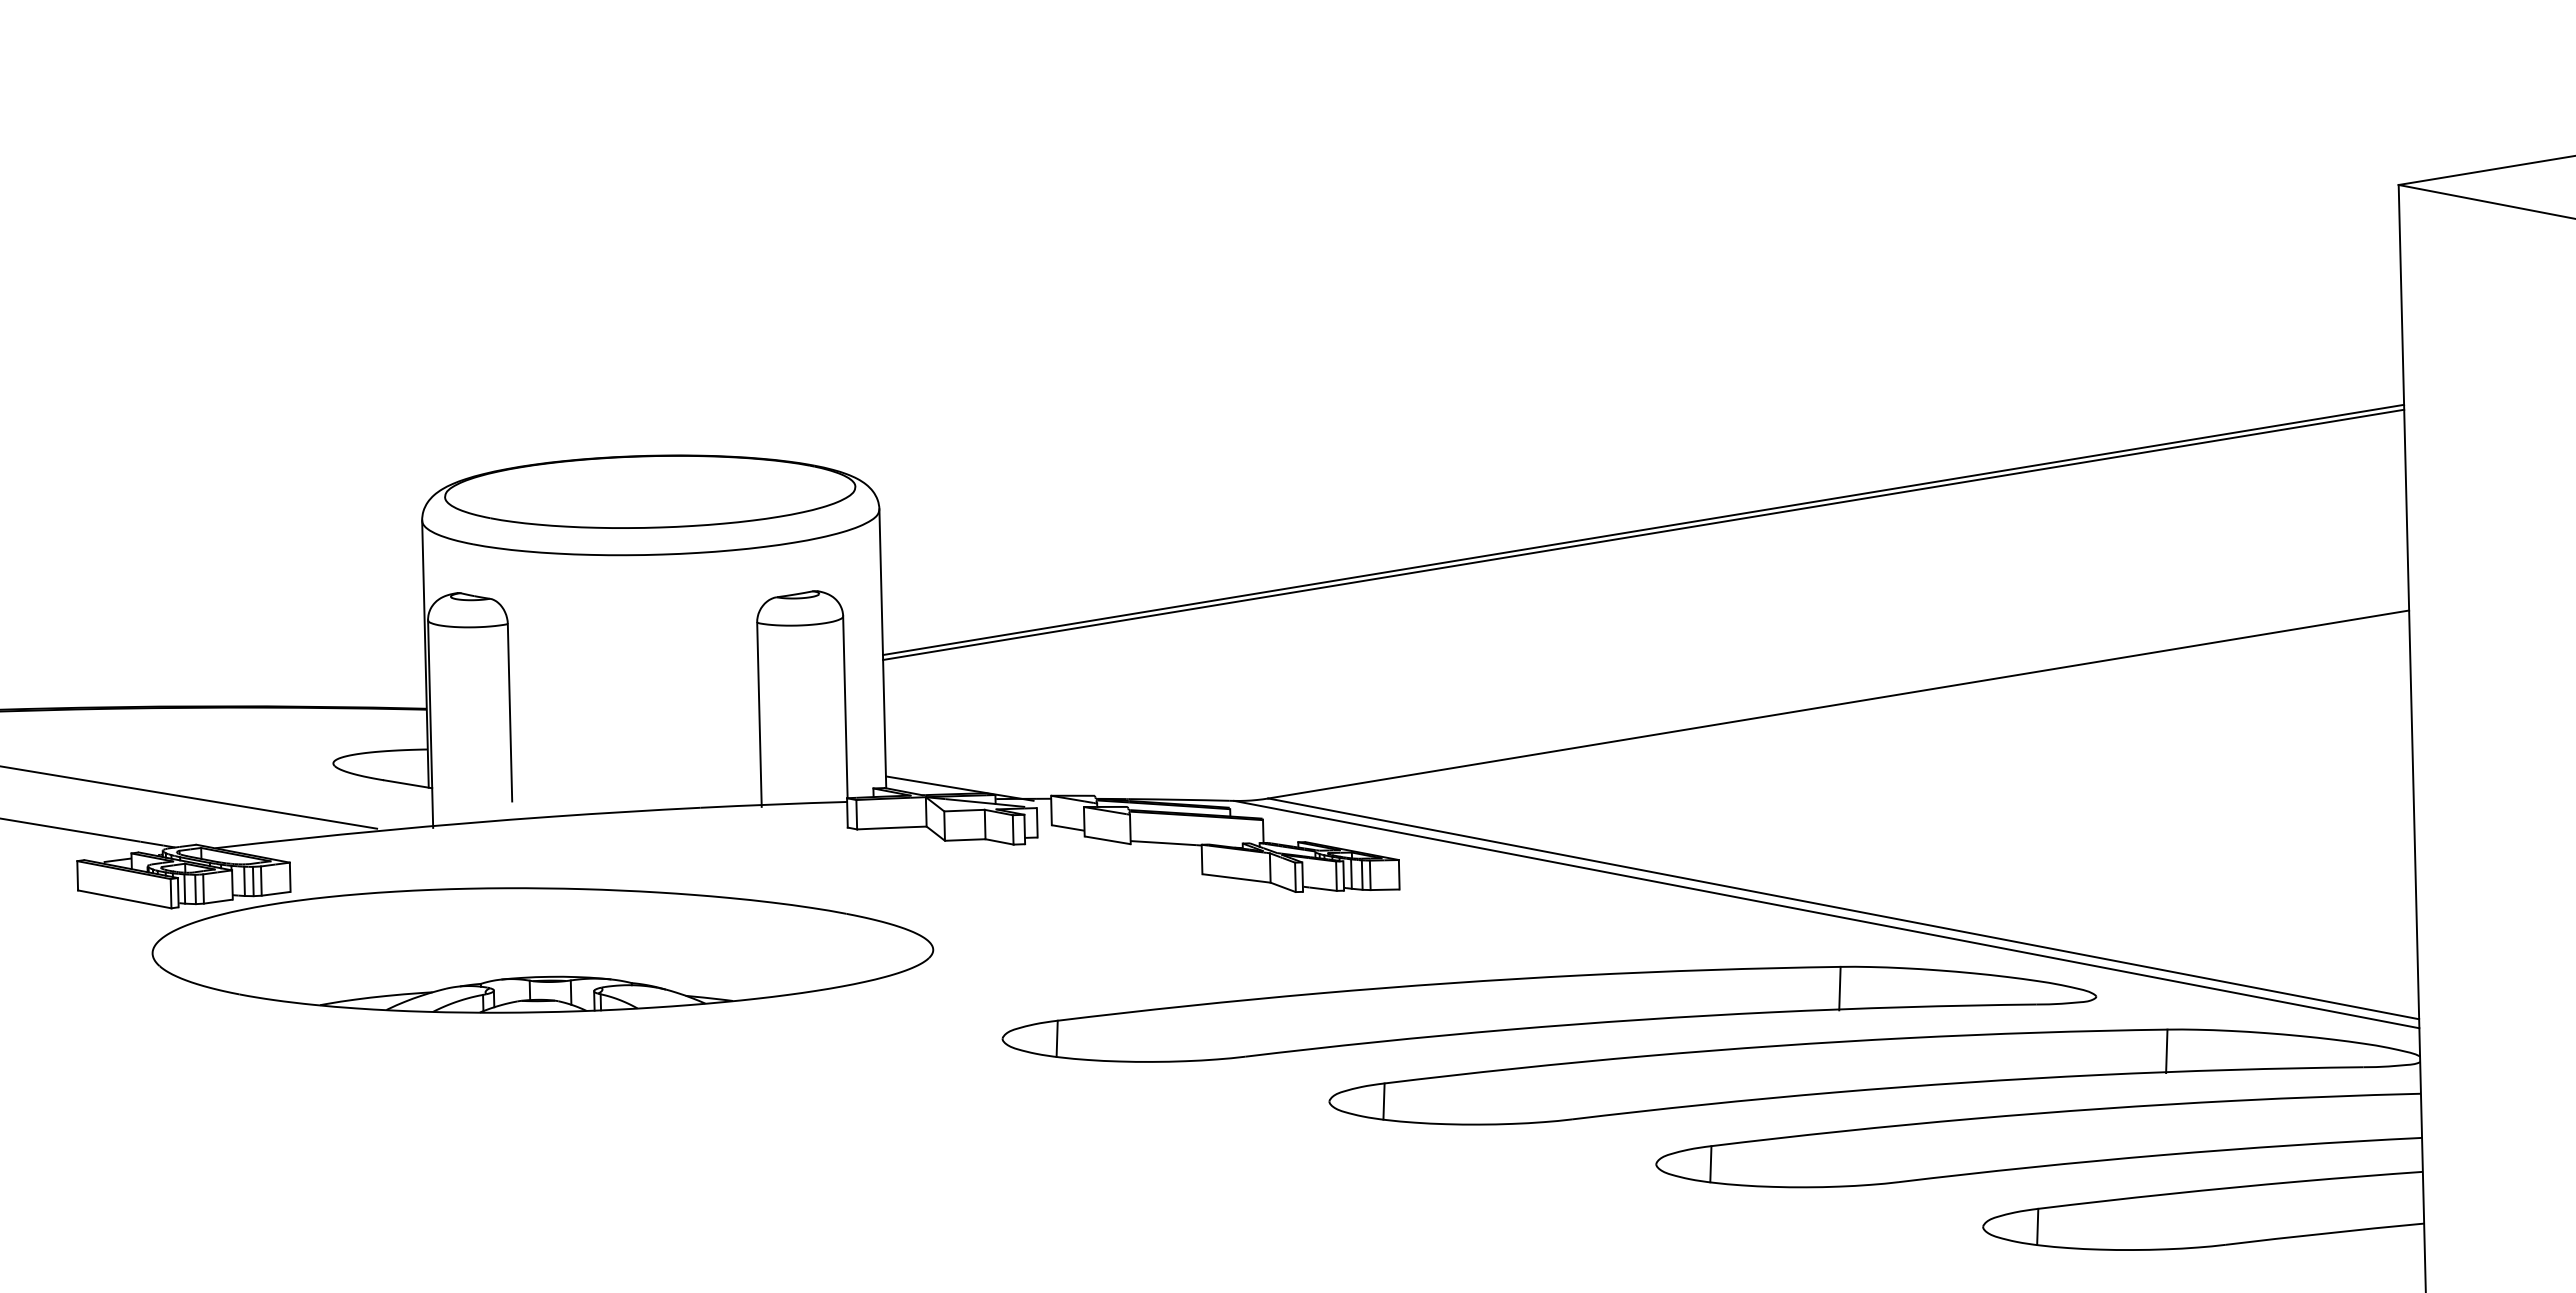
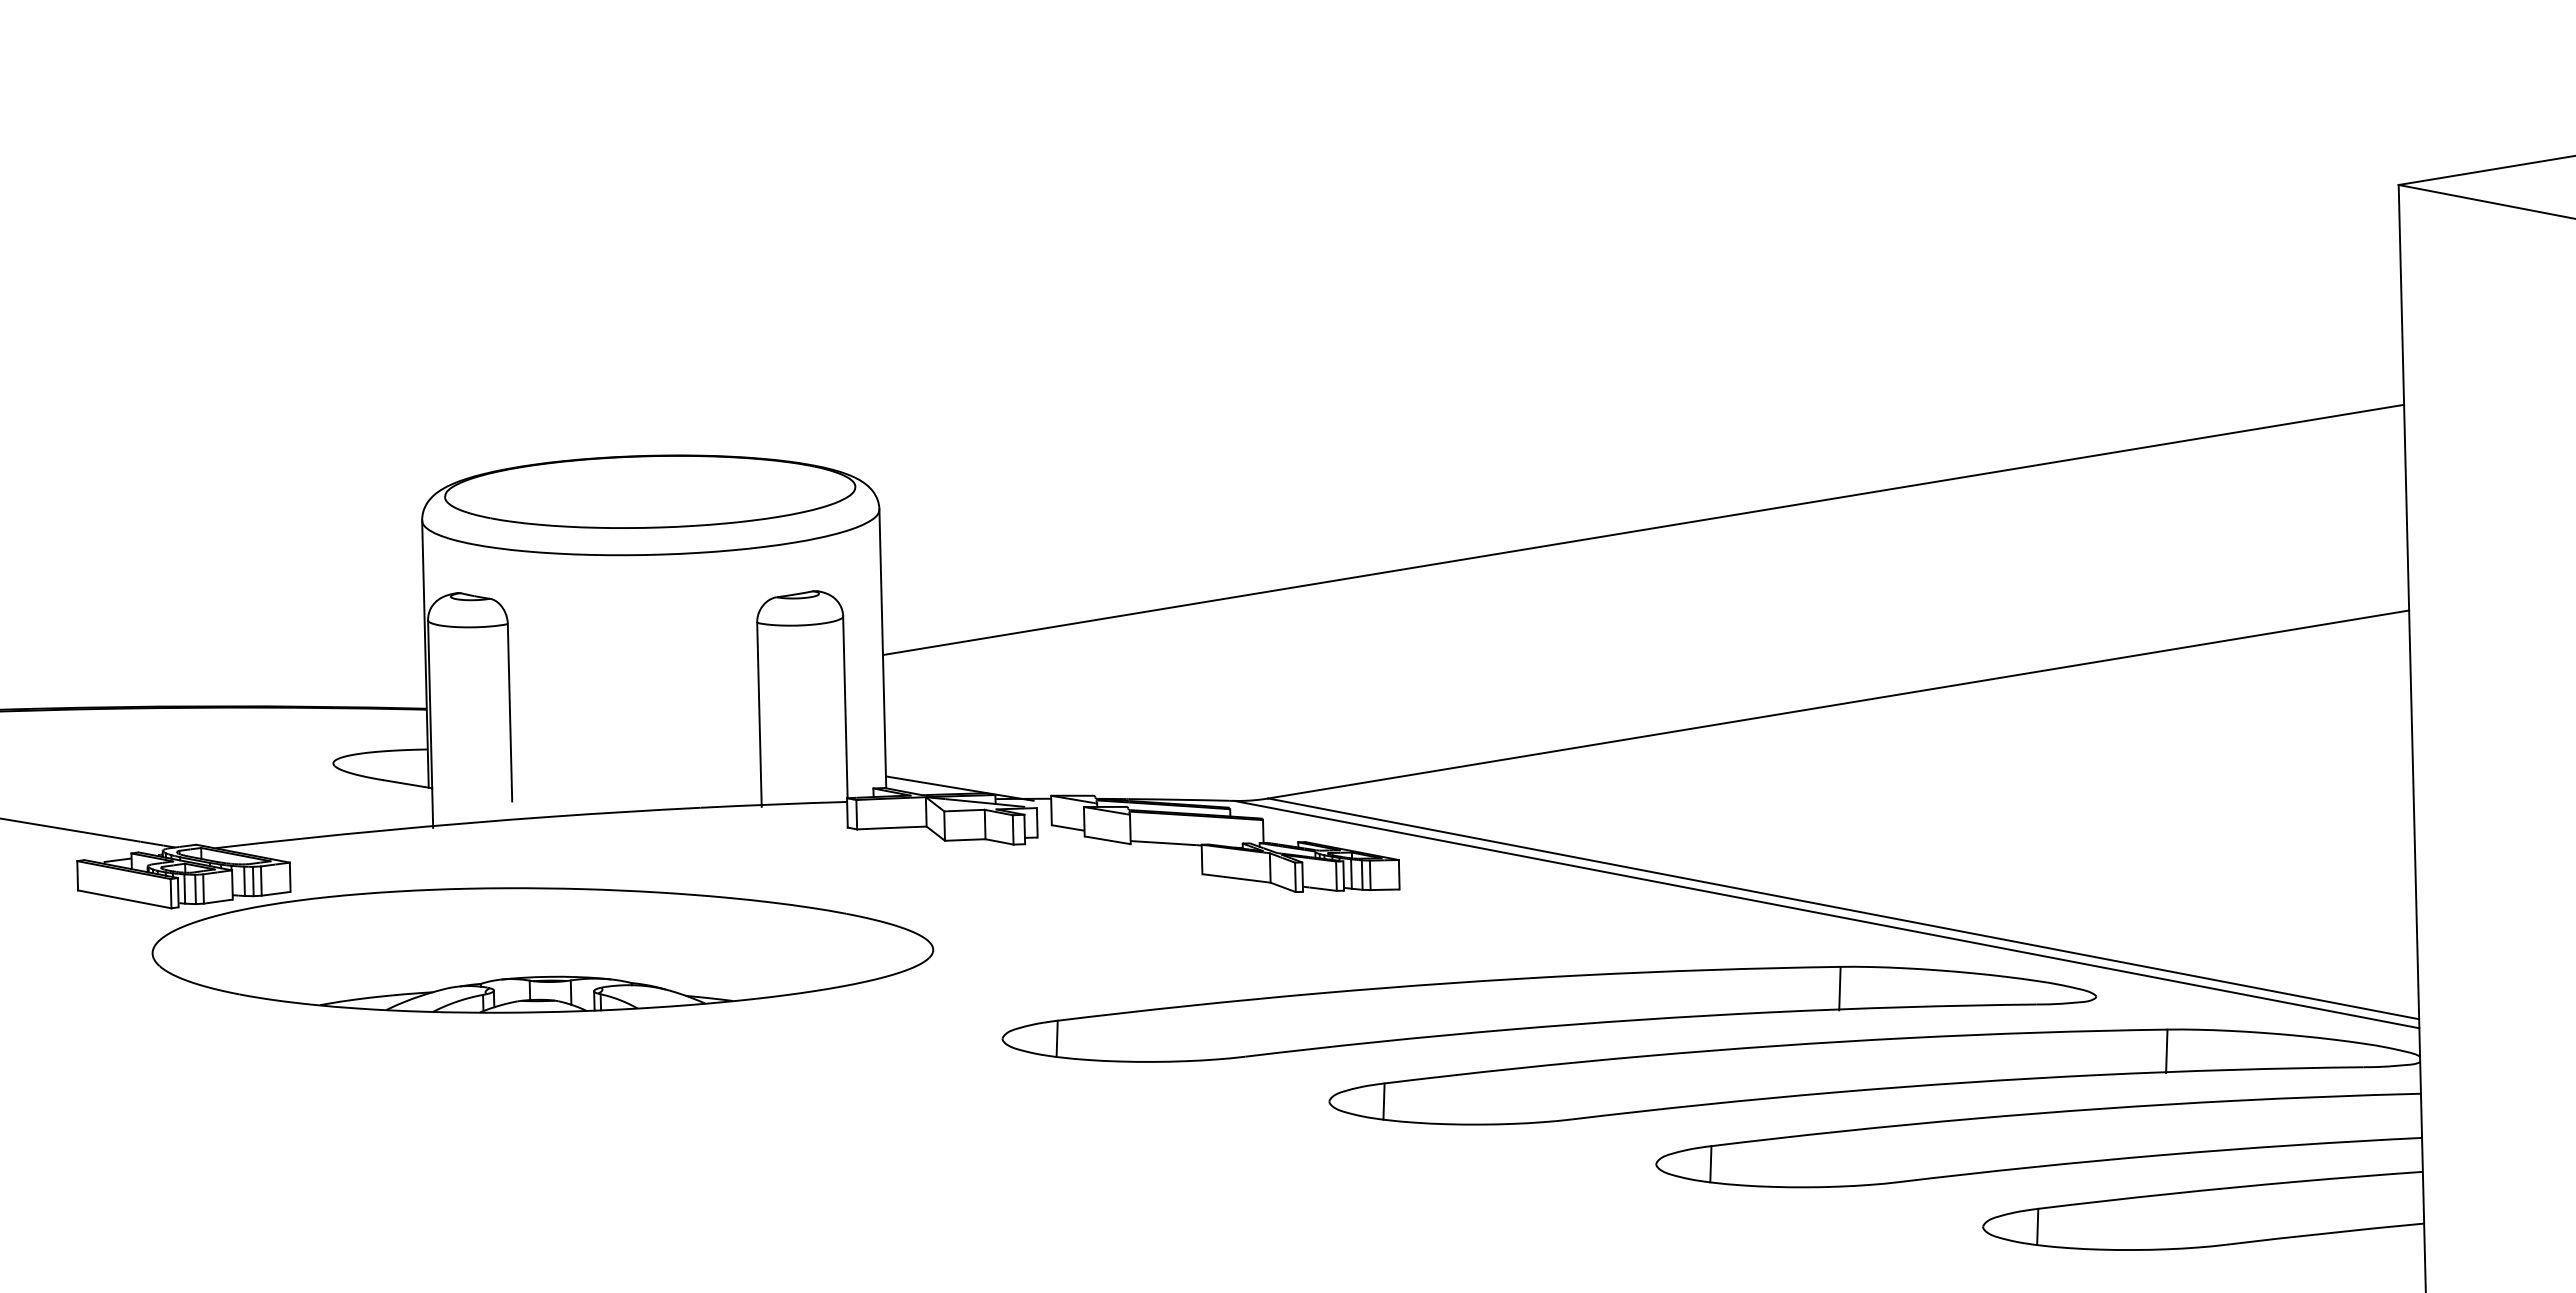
line at (1643, 534): present -> none
line at (189, 797): present -> none
